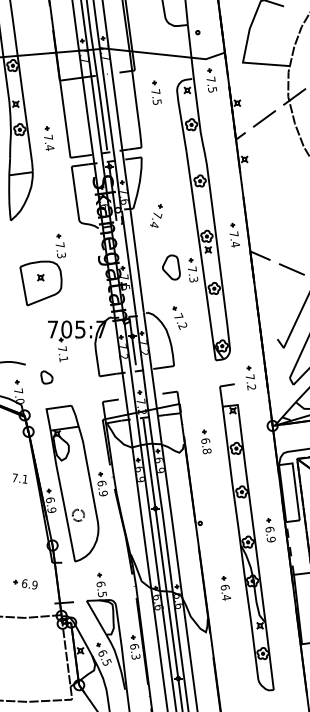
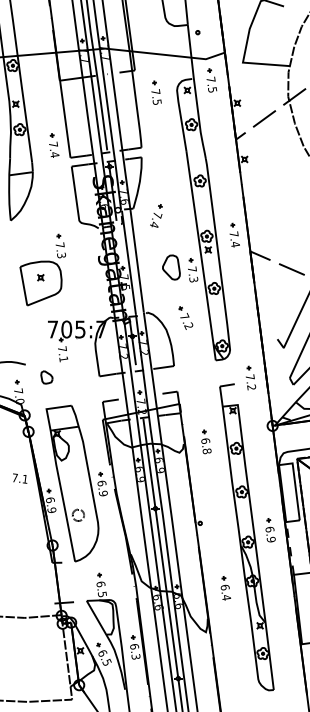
part at (49, 138) position: (49, 138) -> (54, 145)
part at (179, 317) position: (179, 317) -> (185, 317)
part at (25, 584): present -> none
